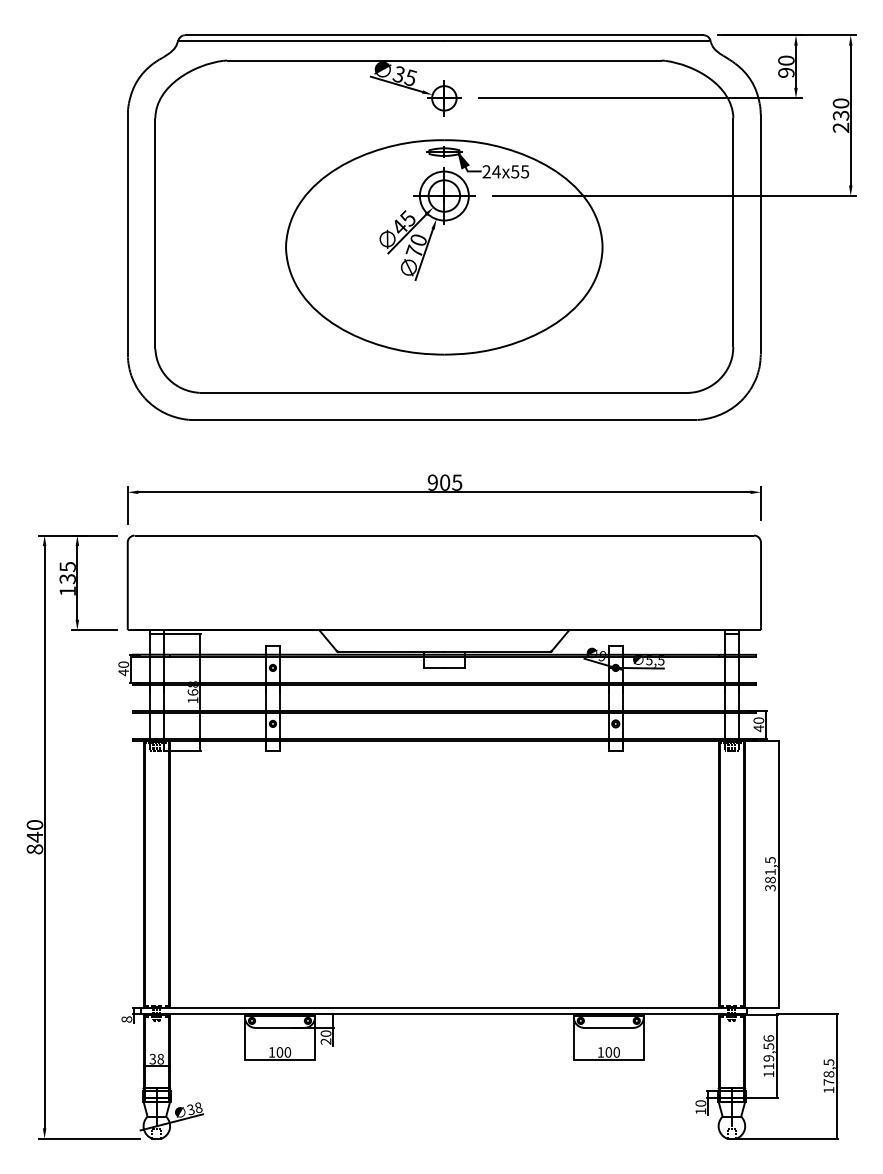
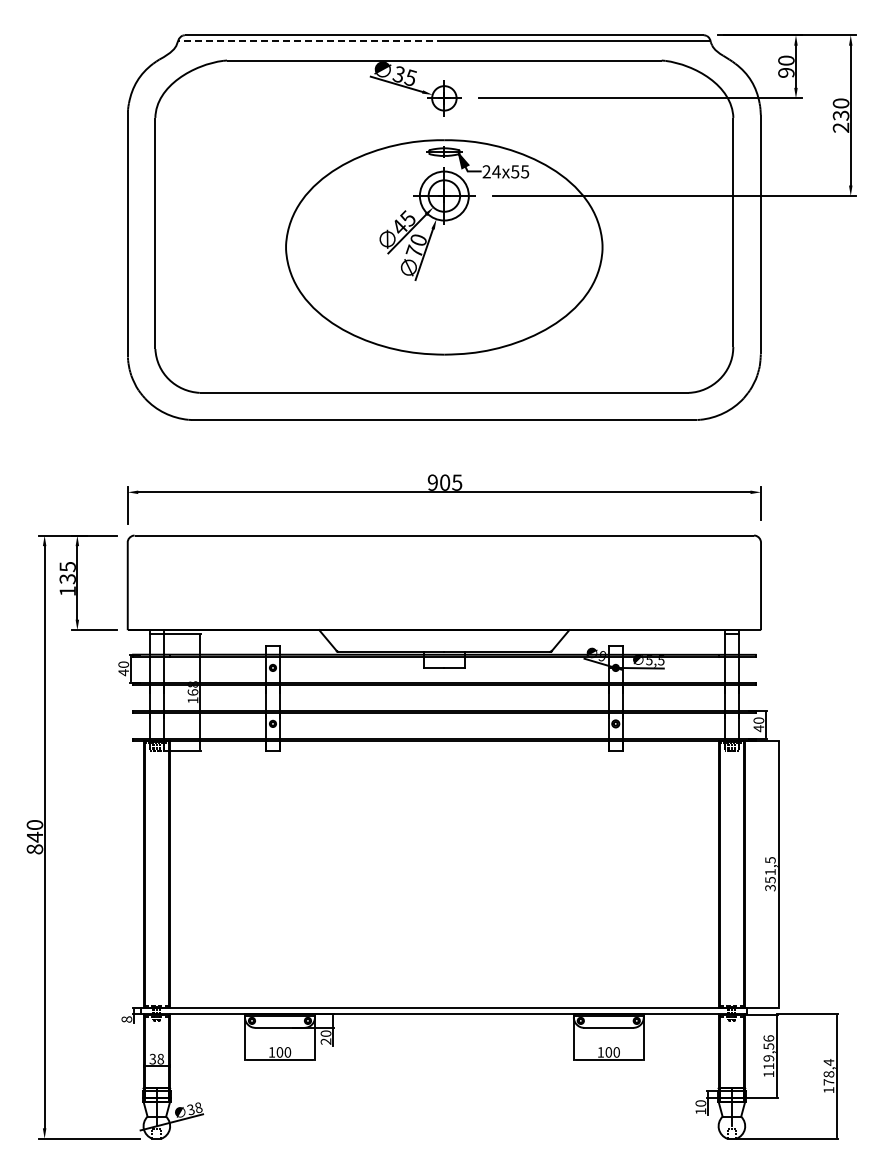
line at (310, 40): solid -> dashed
text at (770, 879): 381,5 -> 351,5
text at (828, 1062): 178,5 -> 178,4
